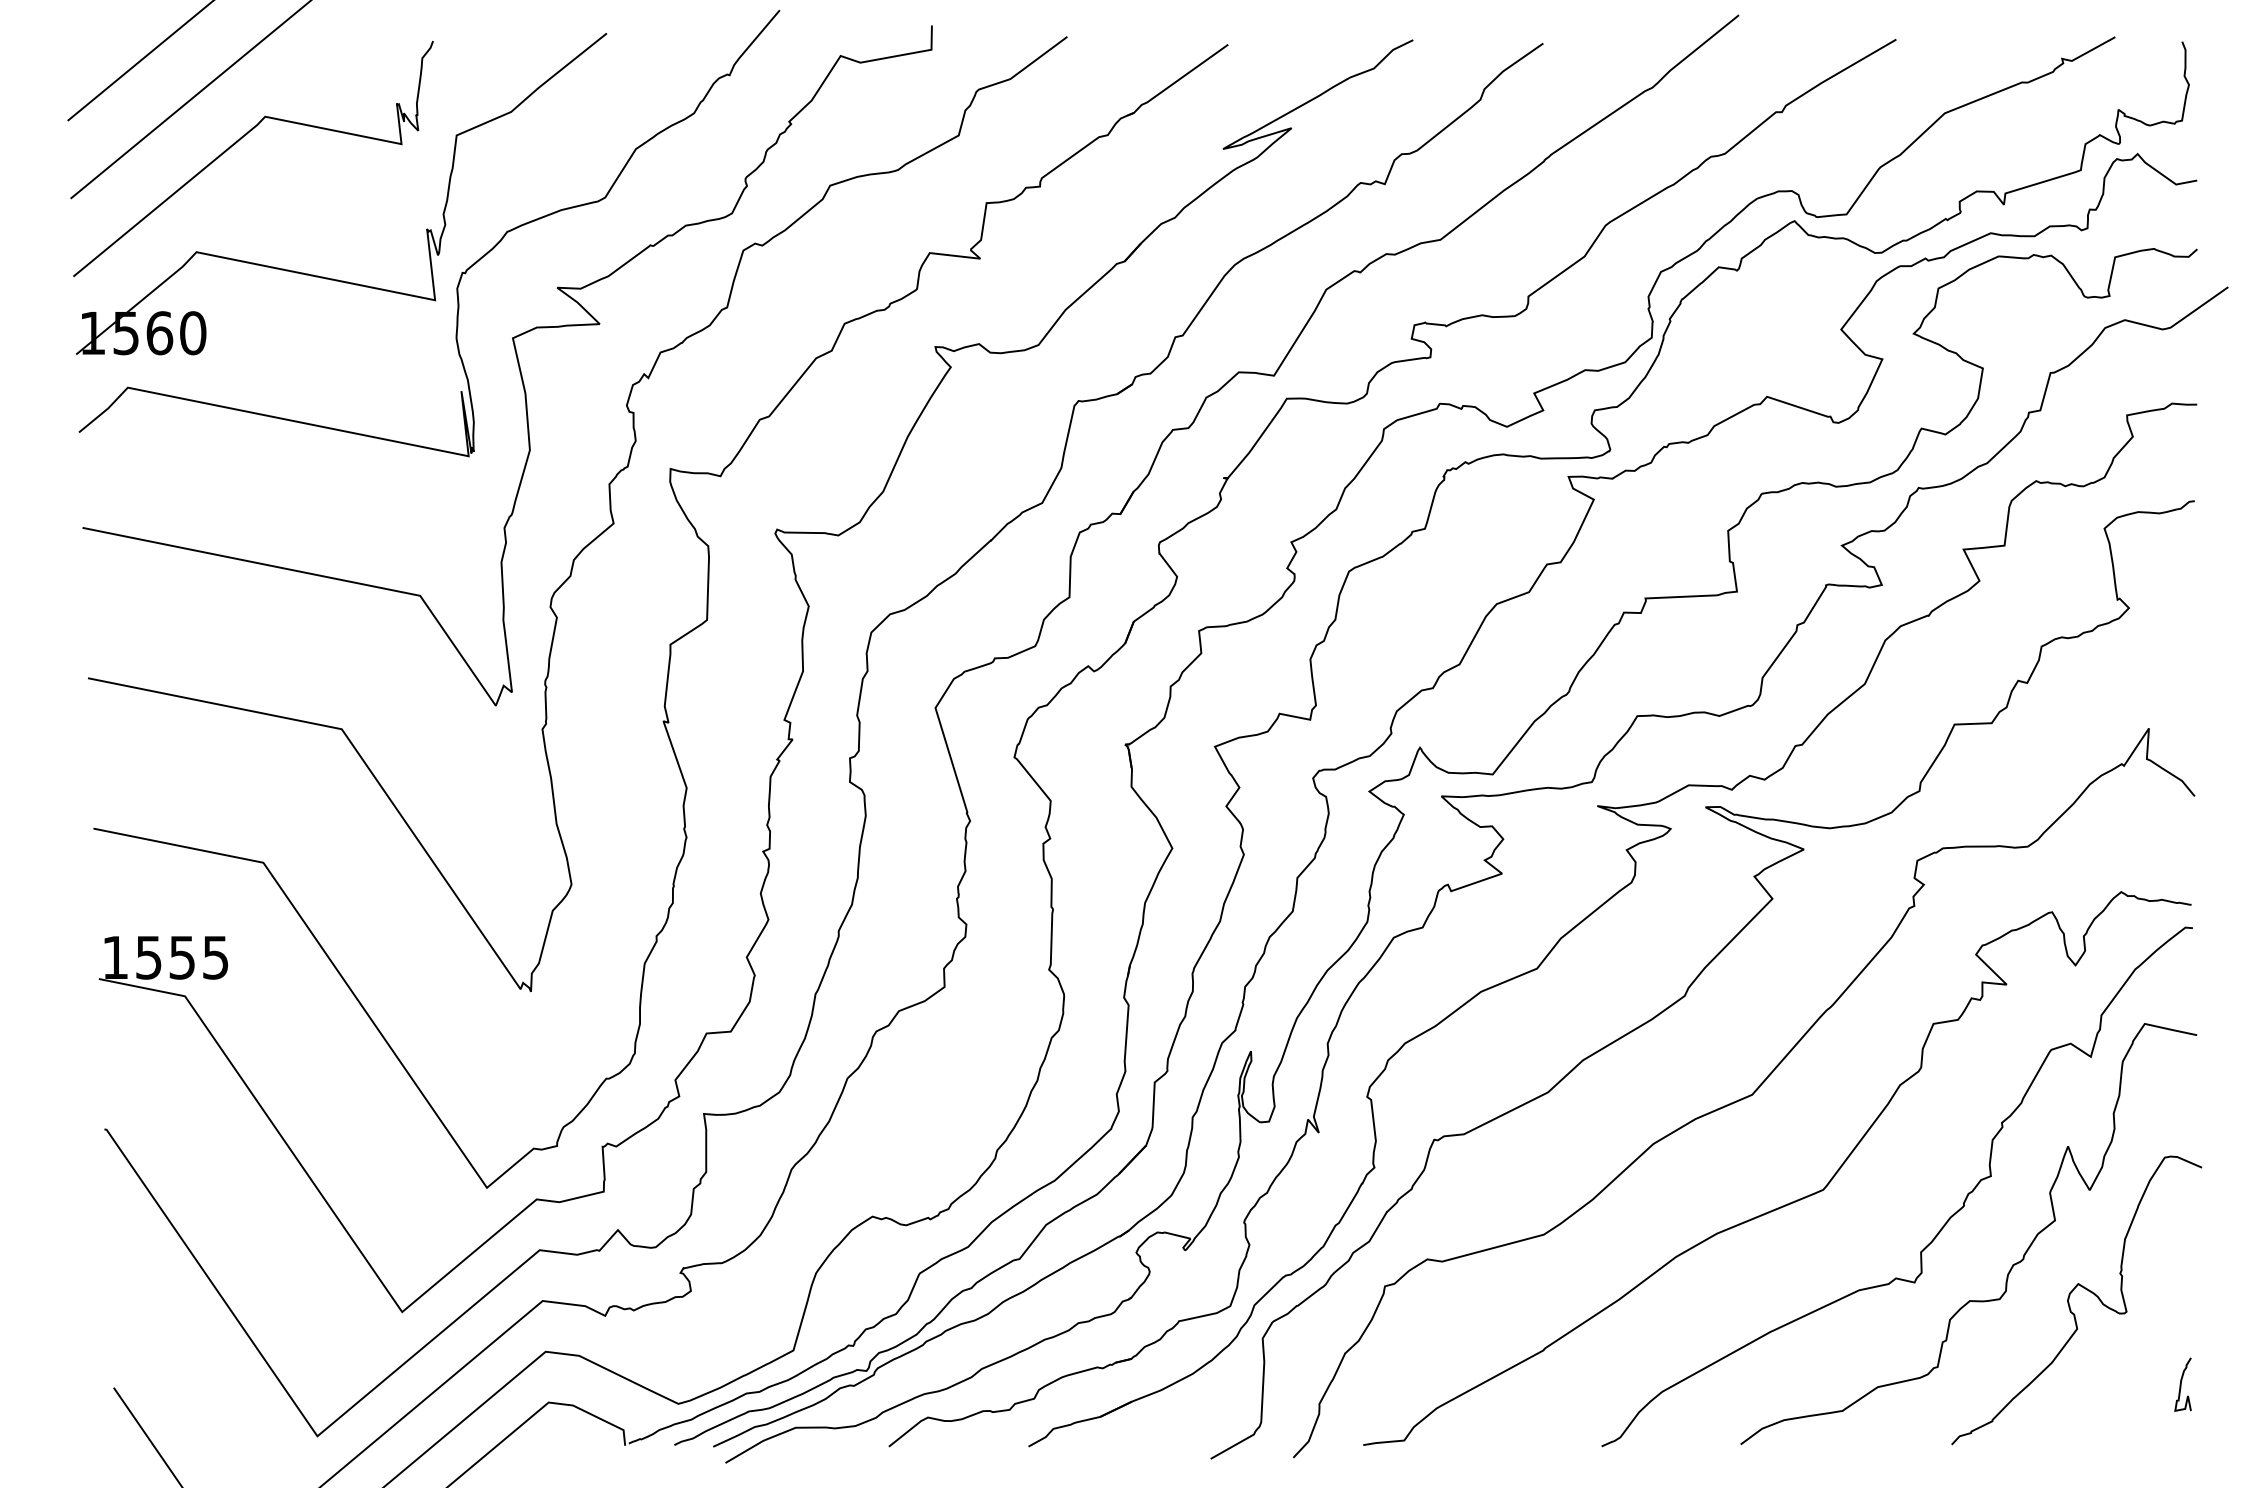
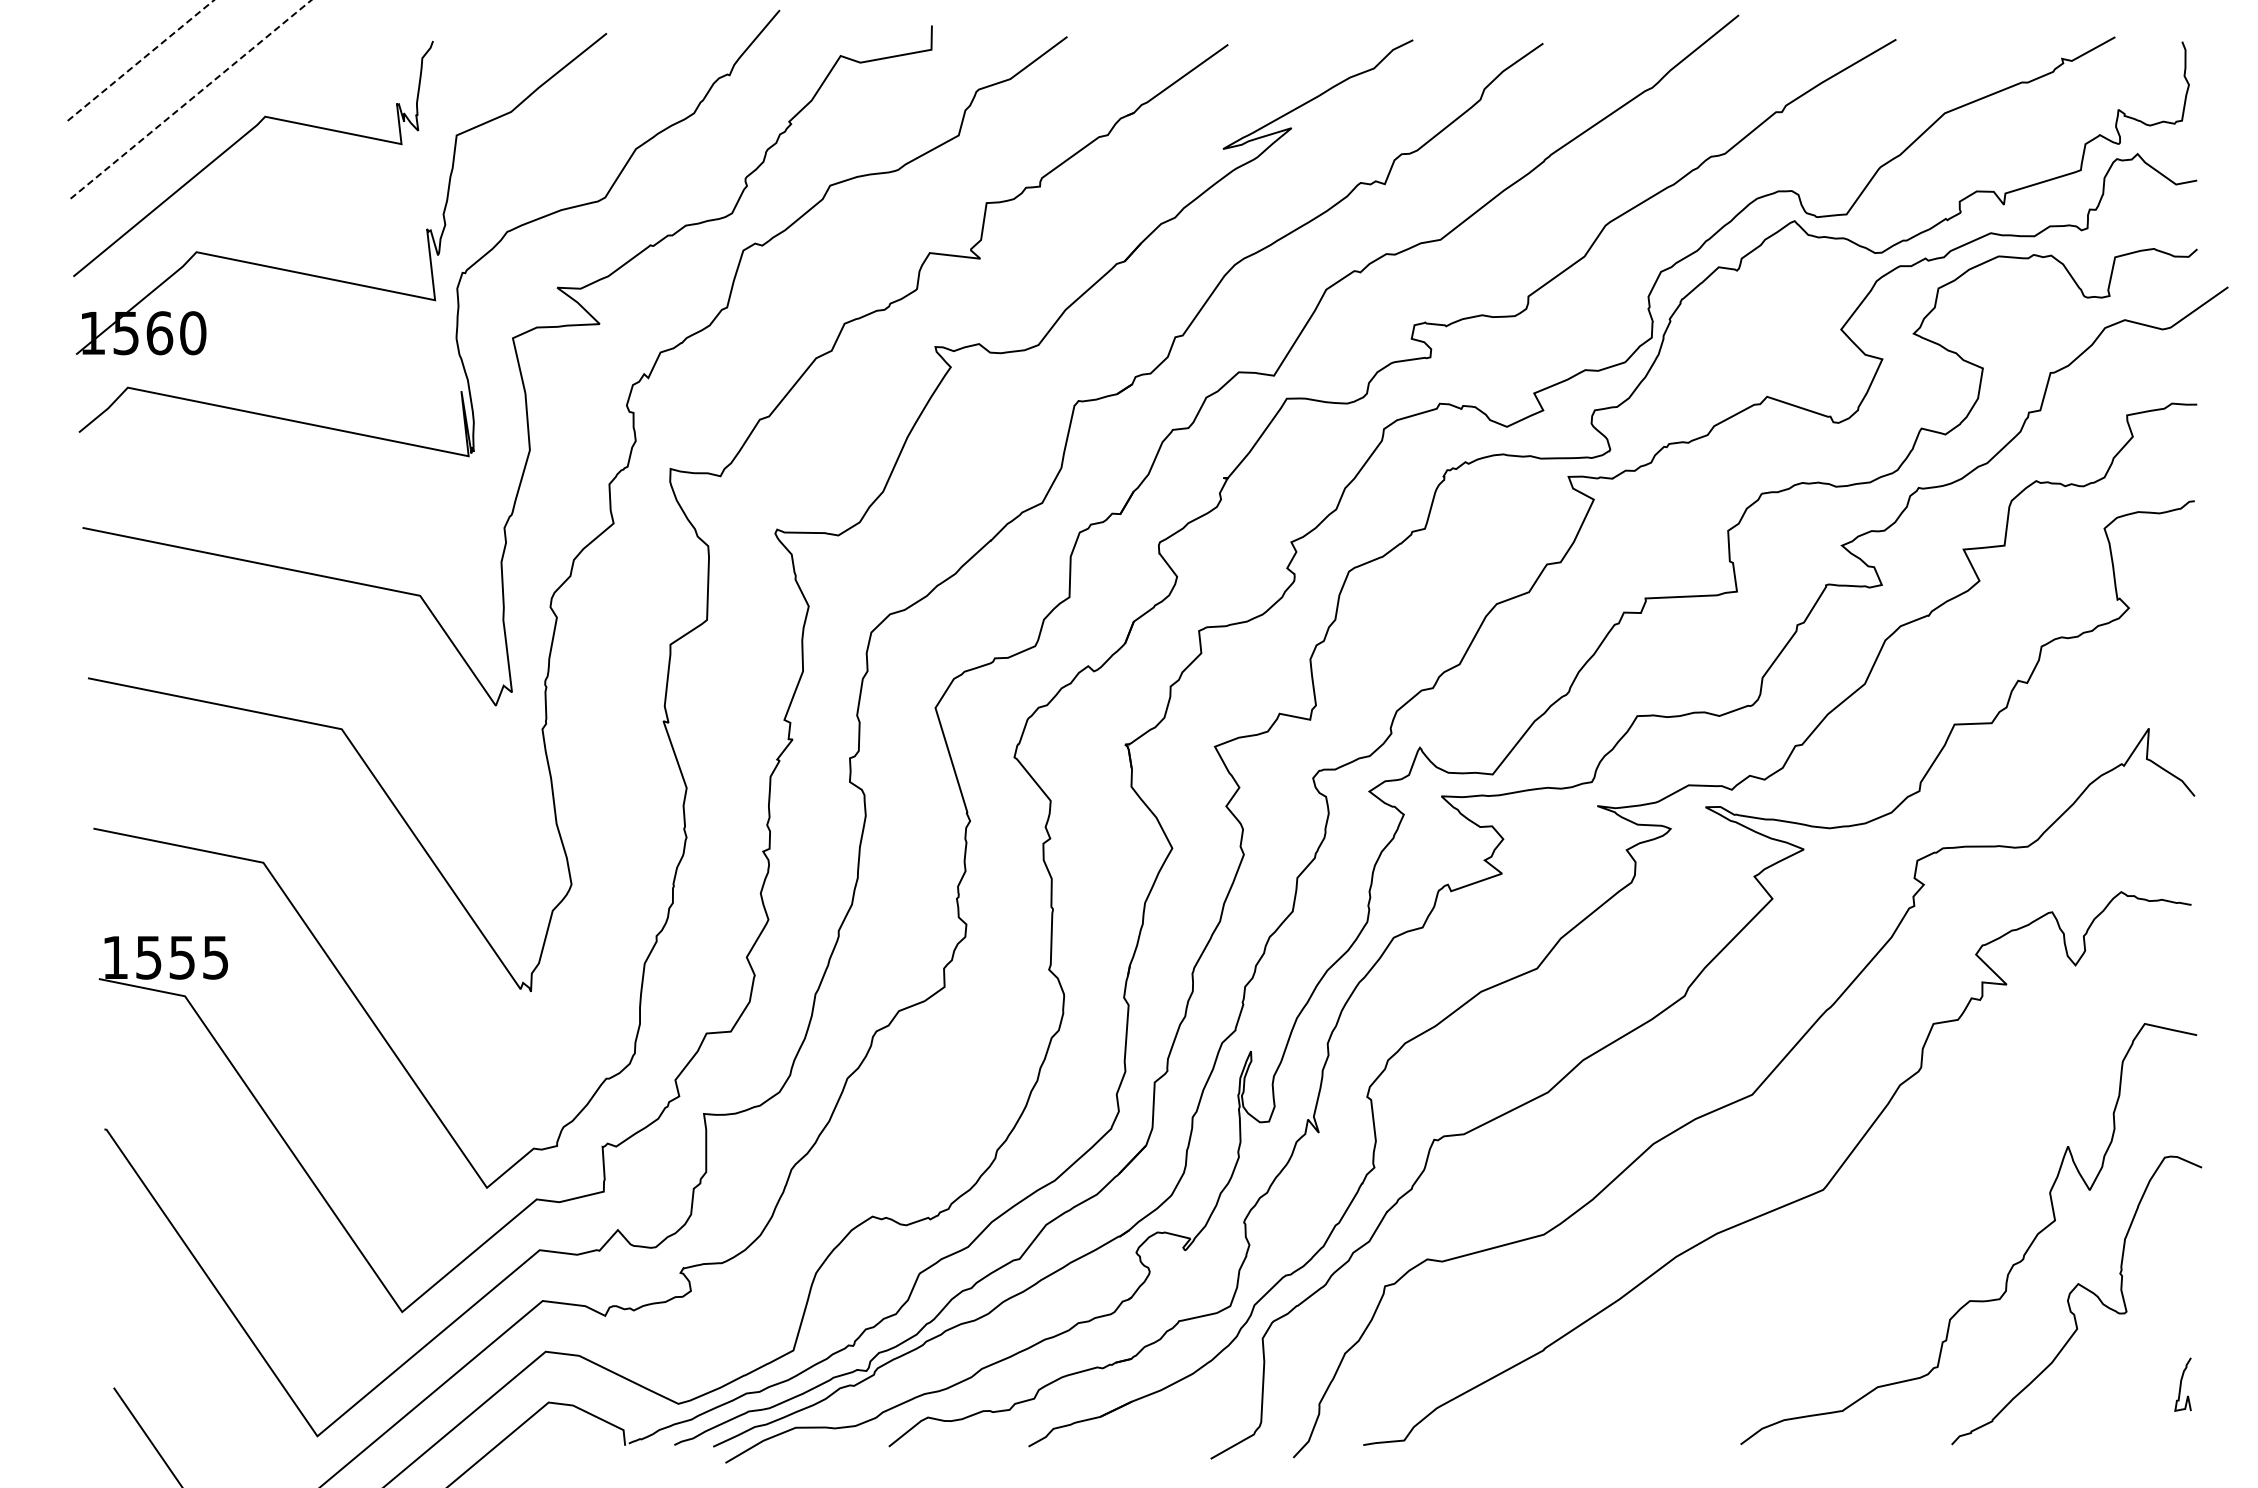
line at (140, 60): solid -> dashed
line at (190, 99): solid -> dashed
curve at (1944, 1223): present -> none
